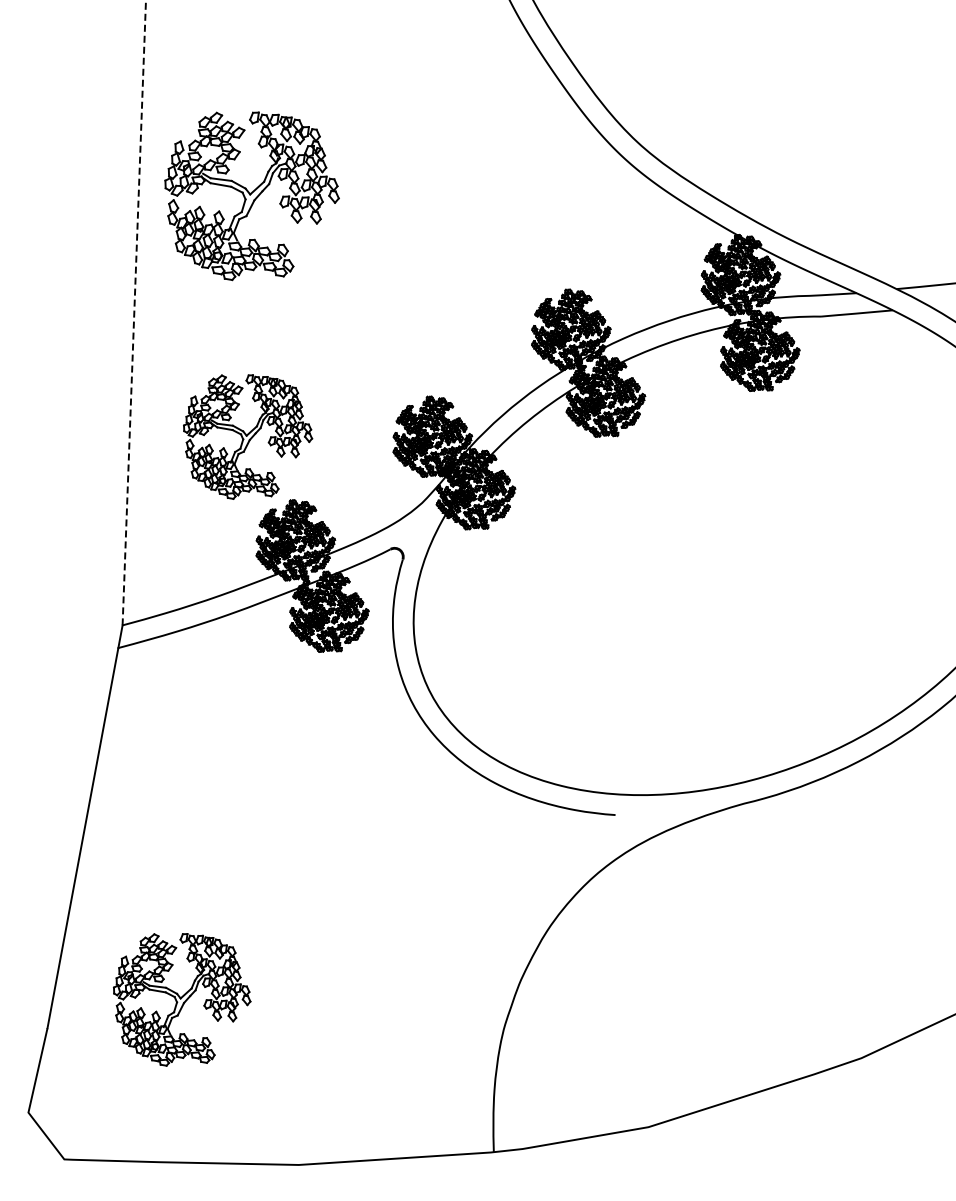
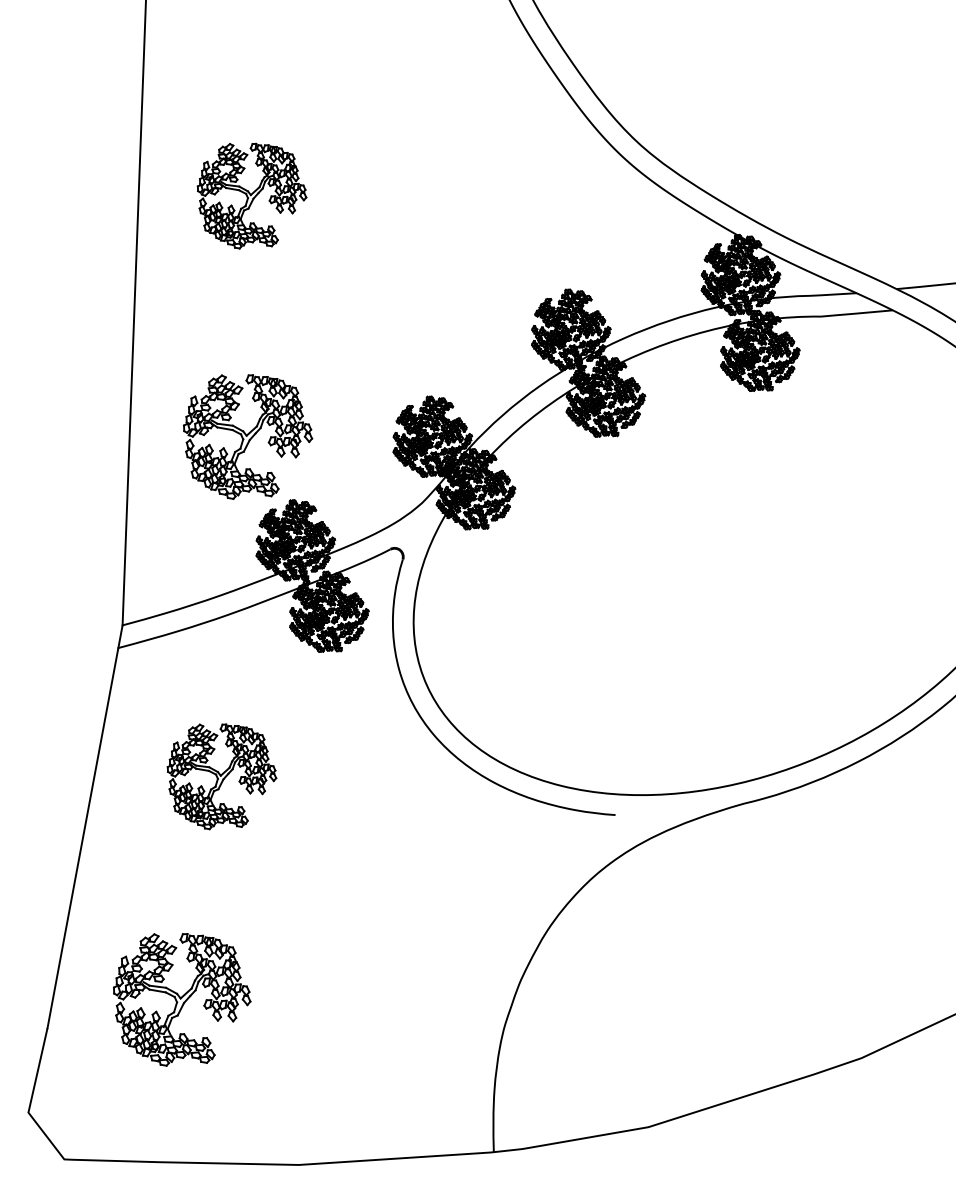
part at (251, 196) size: 176x171 px -> 112x108 px
line at (134, 312): dashed -> solid
part at (221, 776): none -> present
